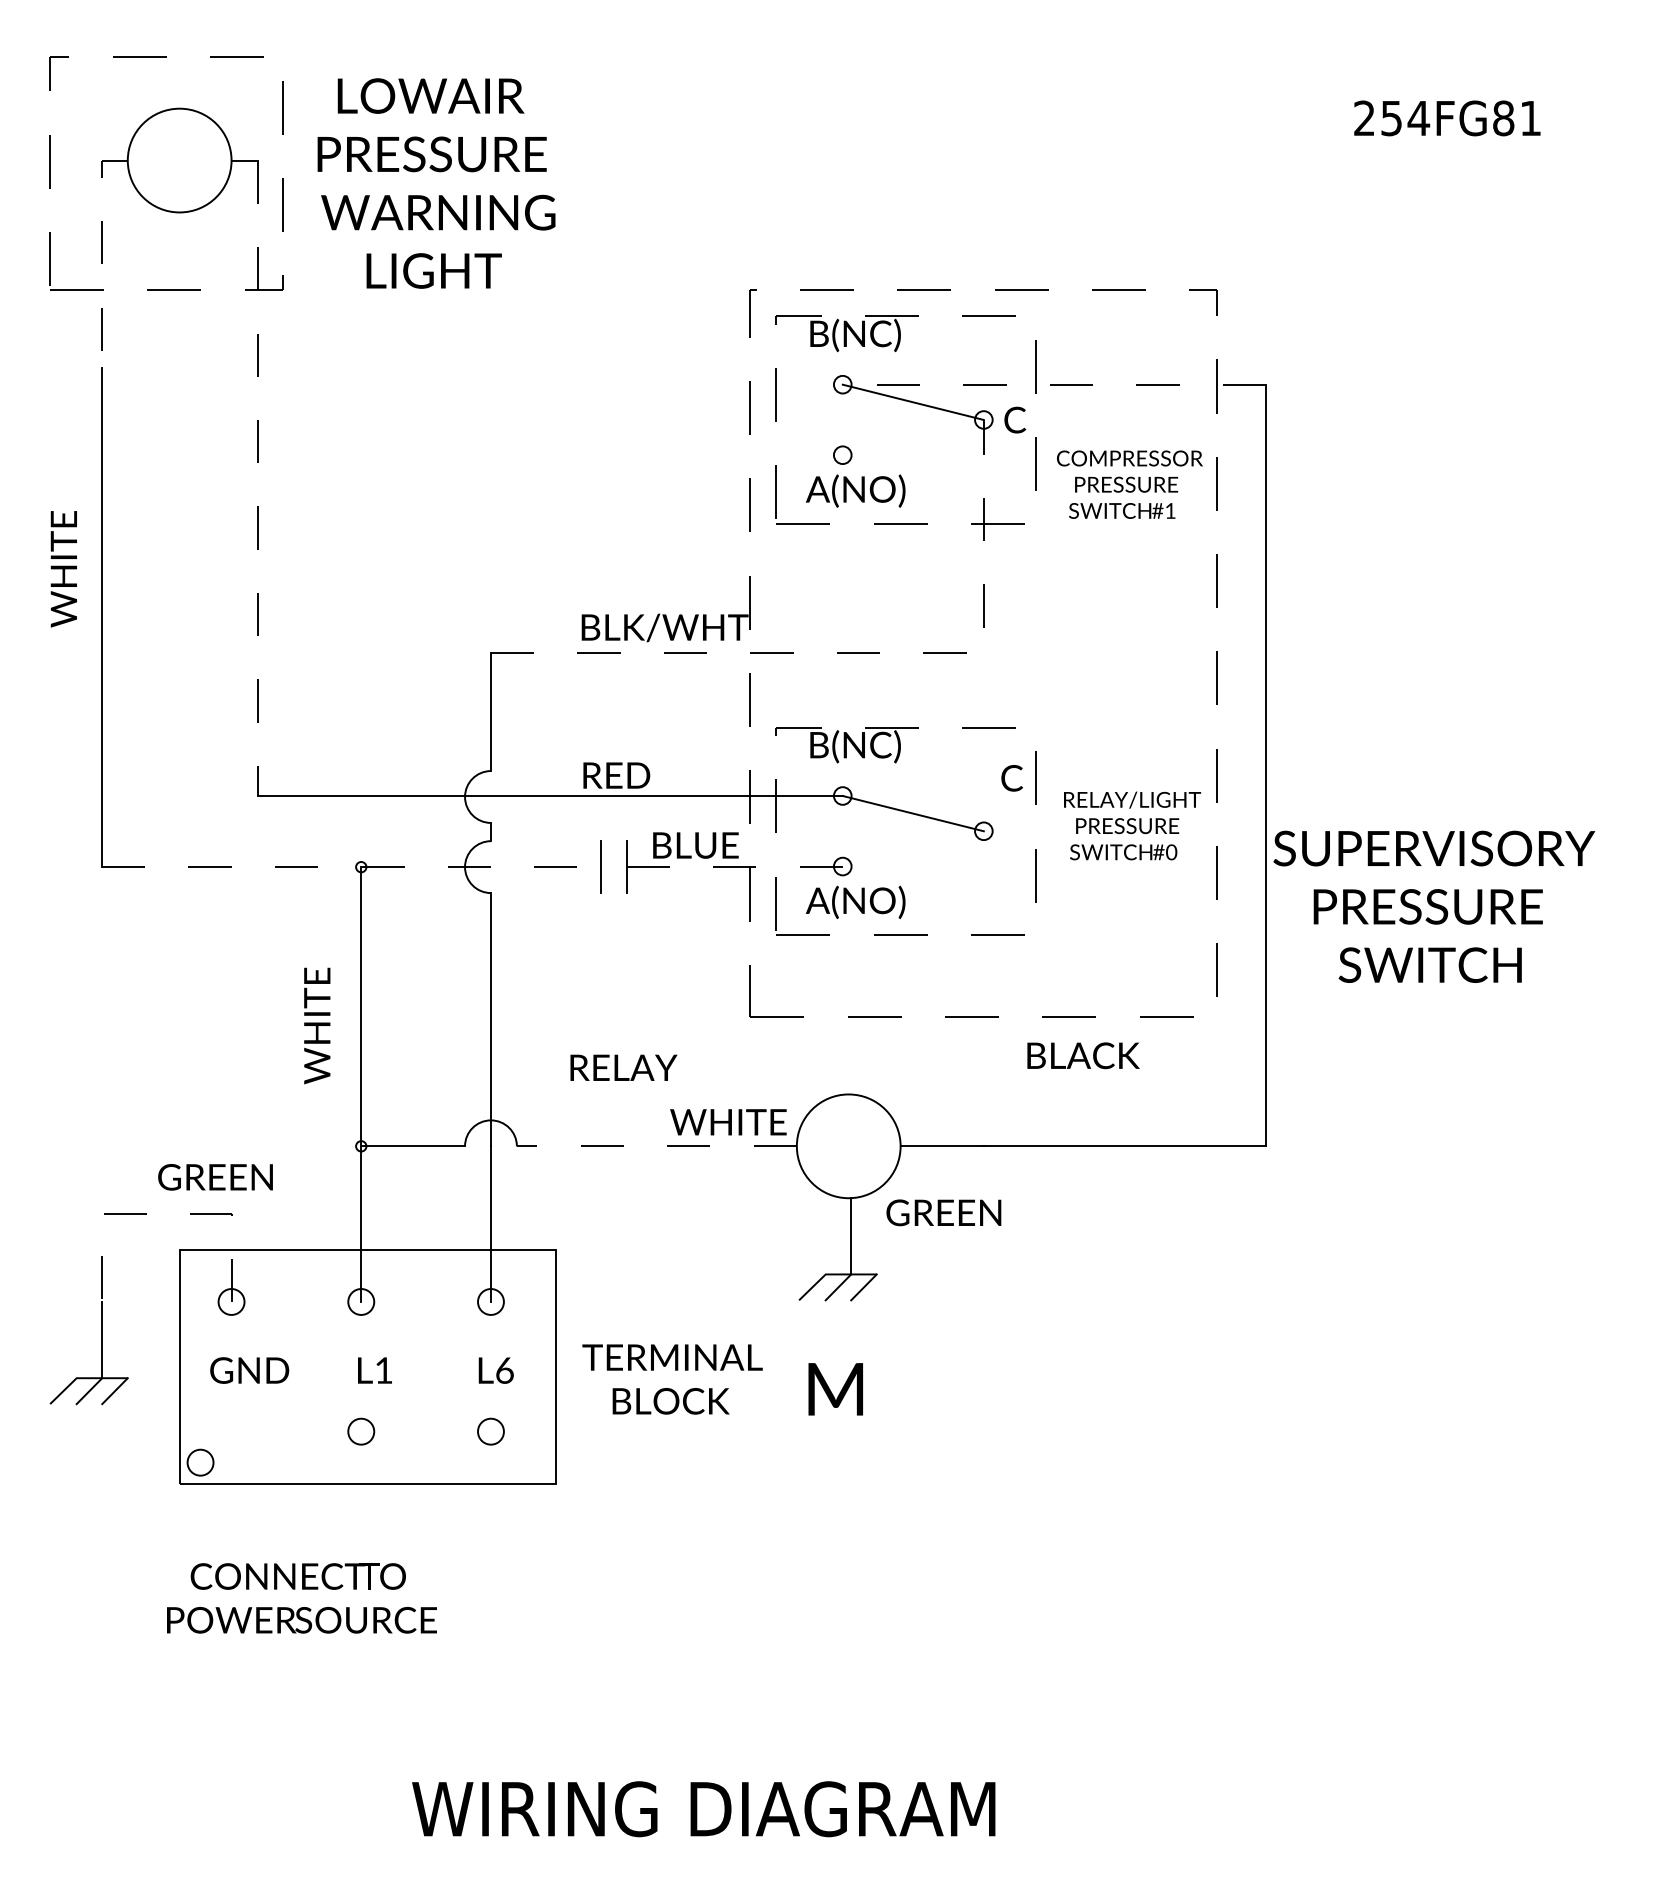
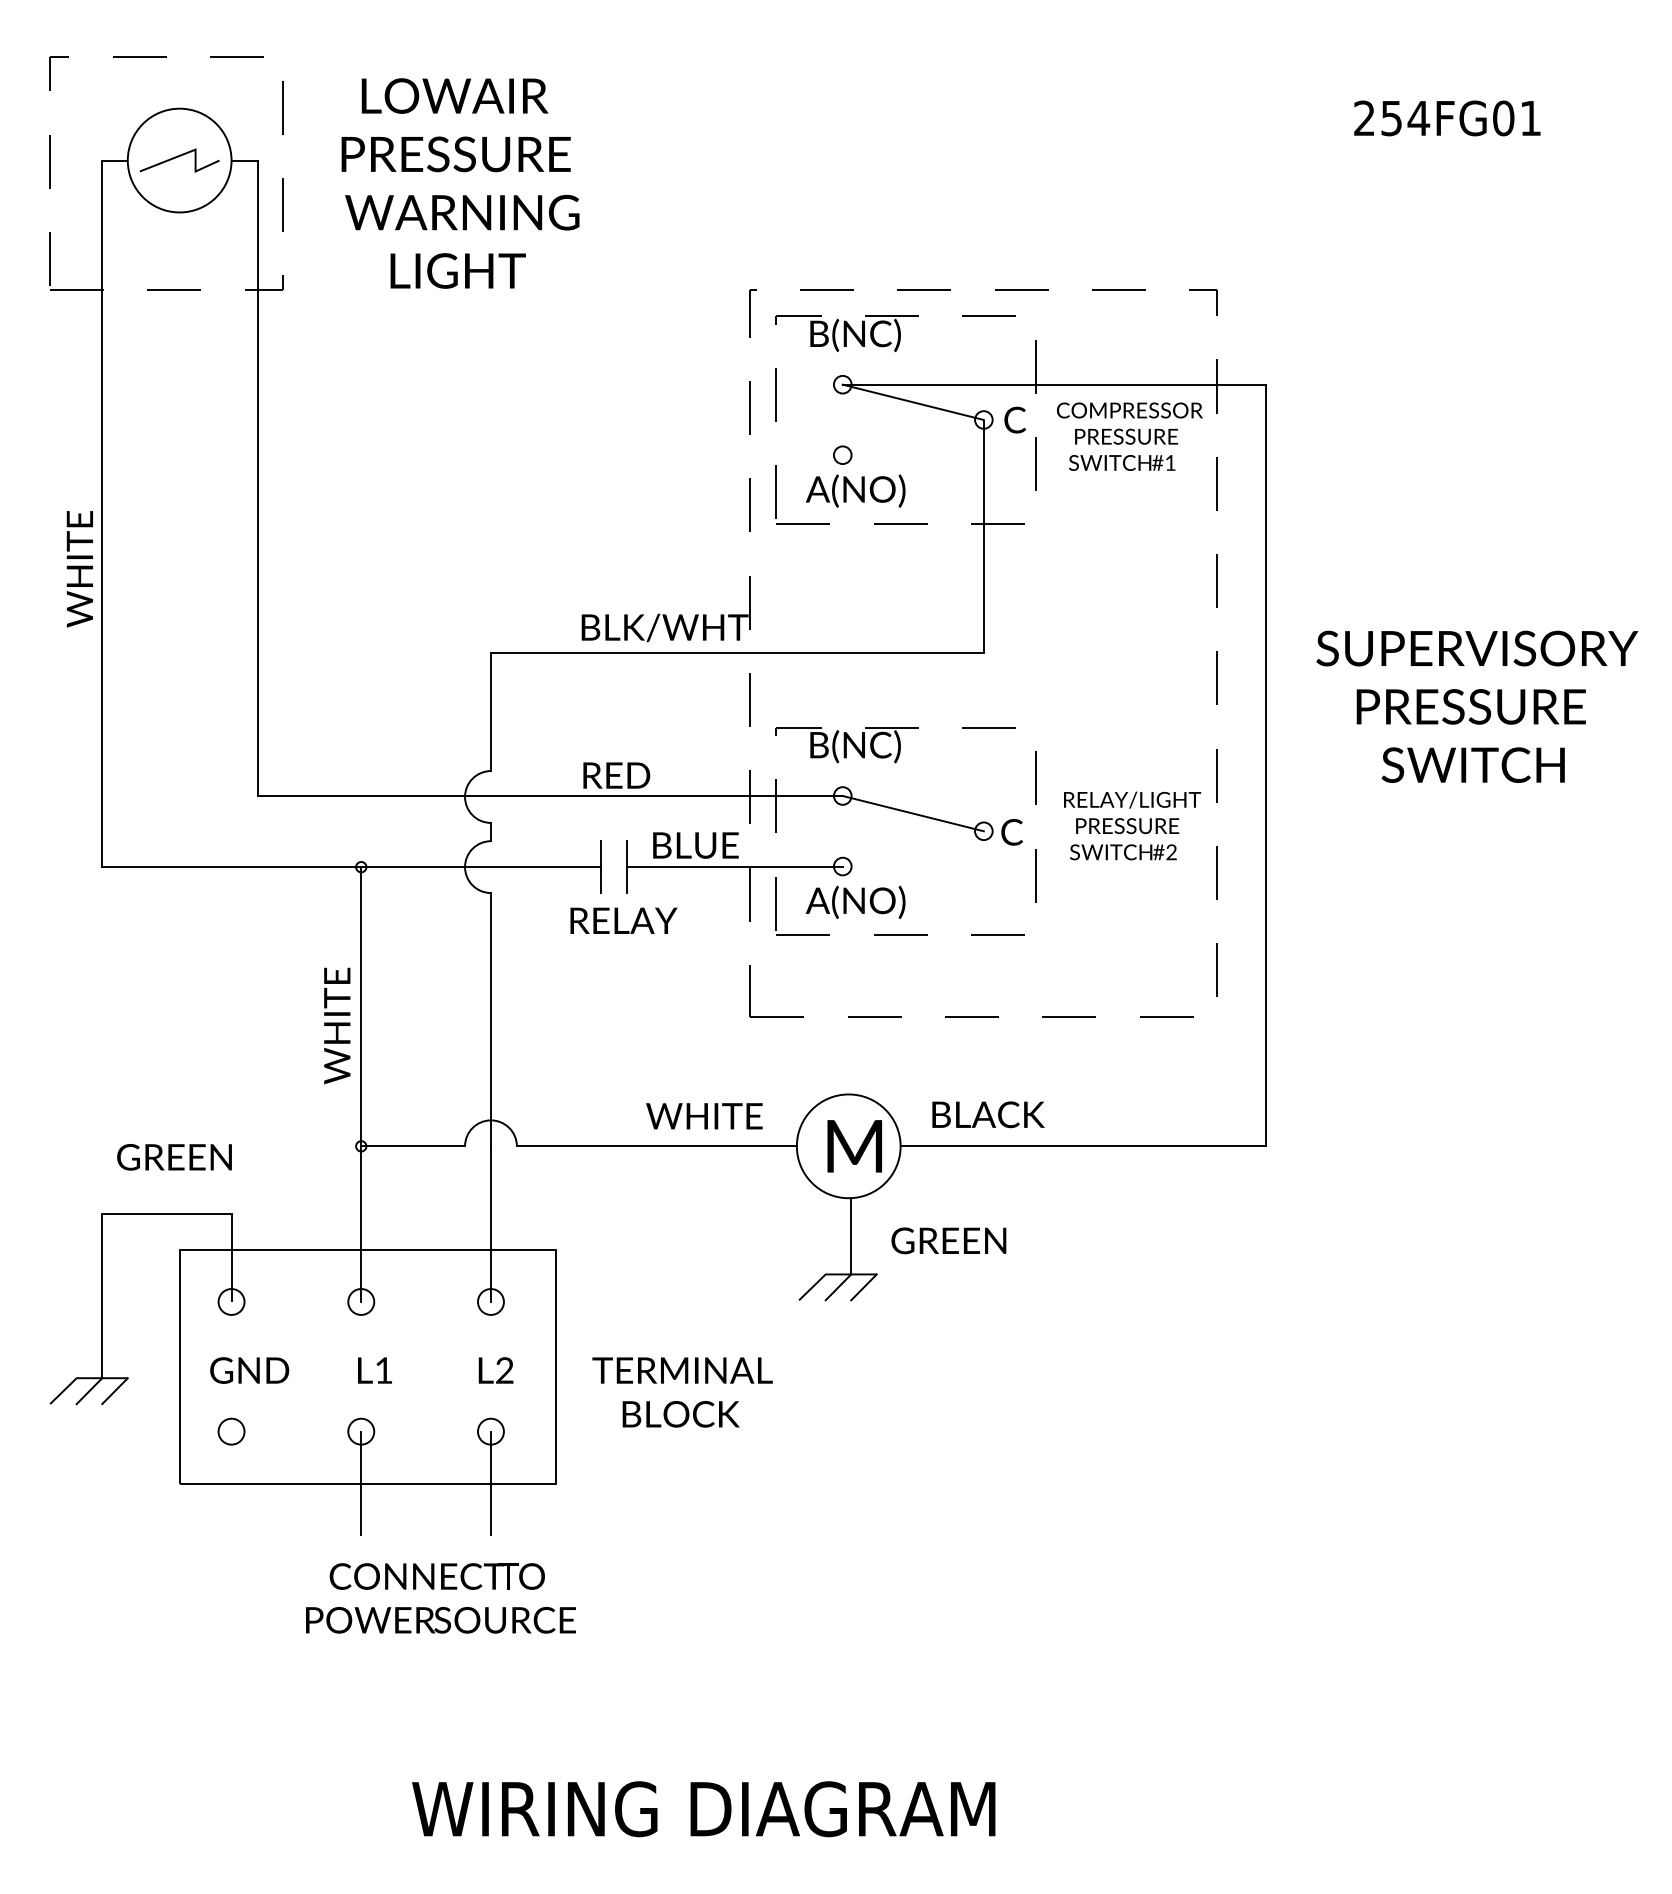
text at (1503, 118): 254FG81 -> 254FG01
line at (178, 157): none -> present
text at (436, 183) position: (436, 183) -> (460, 183)
line at (101, 251): dashed -> solid
line at (1054, 384): dashed -> solid
line at (257, 478): dashed -> solid
text at (1129, 484) position: (1129, 484) -> (1129, 436)
text at (63, 569) position: (63, 569) -> (79, 569)
line at (854, 653): dashed -> solid
text at (1011, 778) position: (1011, 778) -> (1011, 832)
text at (1171, 852): #0 -> #2
line at (351, 866): dashed -> solid
line at (734, 866): dashed -> solid
text at (1434, 906) position: (1434, 906) -> (1477, 706)
text at (317, 1025) position: (317, 1025) -> (337, 1025)
text at (1083, 1055) position: (1083, 1055) -> (988, 1114)
text at (623, 1067) position: (623, 1067) -> (623, 920)
text at (728, 1122) position: (728, 1122) -> (704, 1116)
line at (656, 1146): dashed -> solid
text at (215, 1177) position: (215, 1177) -> (174, 1157)
text at (943, 1212) position: (943, 1212) -> (948, 1240)
line at (166, 1213): dashed -> solid
text at (504, 1370): L6 -> L2
text at (672, 1379) position: (672, 1379) -> (682, 1392)
text at (835, 1389) position: (835, 1389) -> (854, 1146)
part at (200, 1462) position: (200, 1462) -> (231, 1431)
line at (361, 1483): none -> present
line at (490, 1483): none -> present
text at (301, 1598) position: (301, 1598) -> (440, 1598)
